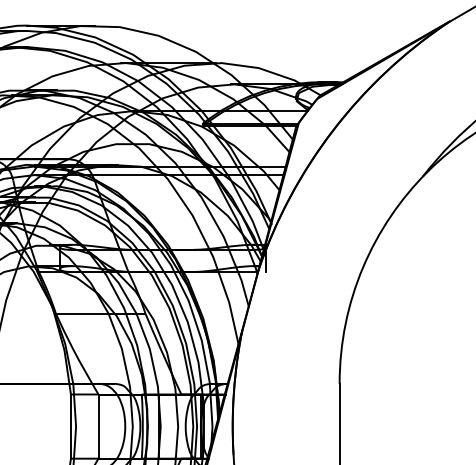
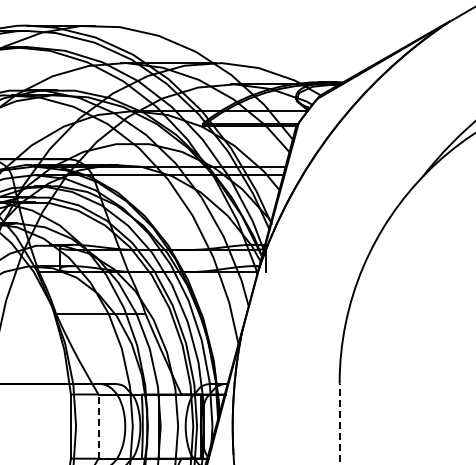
line at (339, 423): solid -> dashed
line at (98, 426): solid -> dashed
